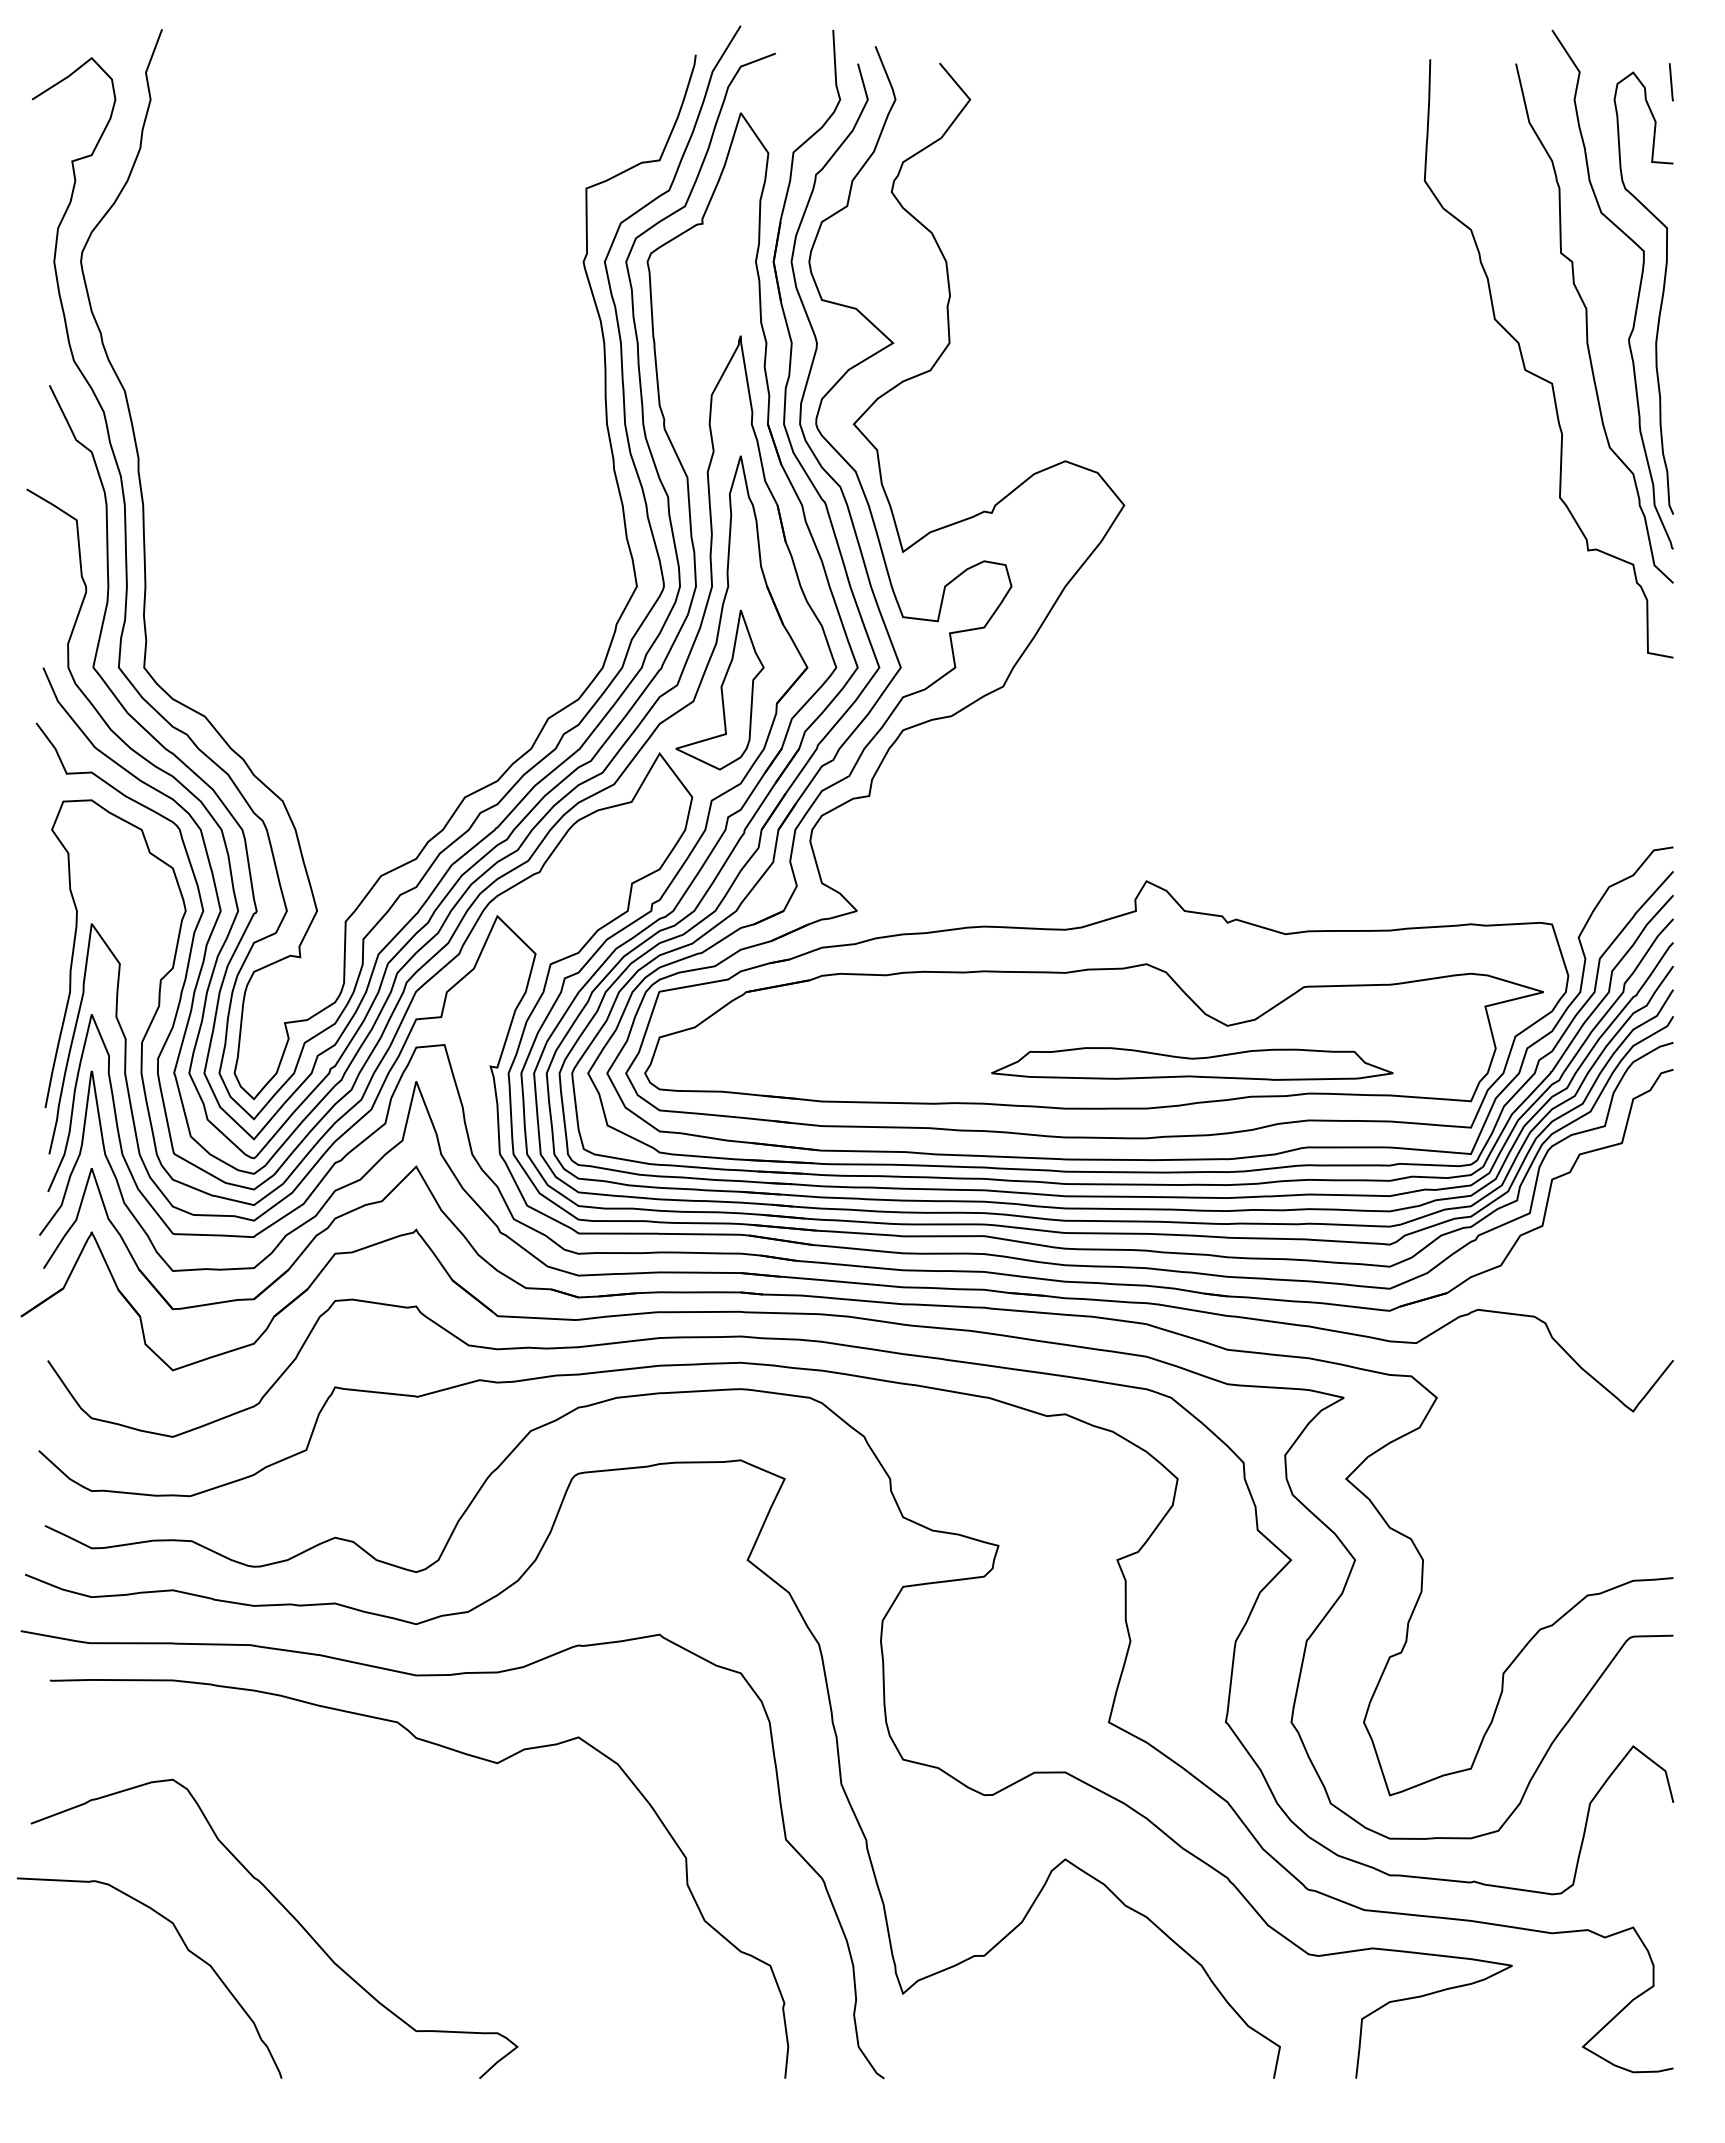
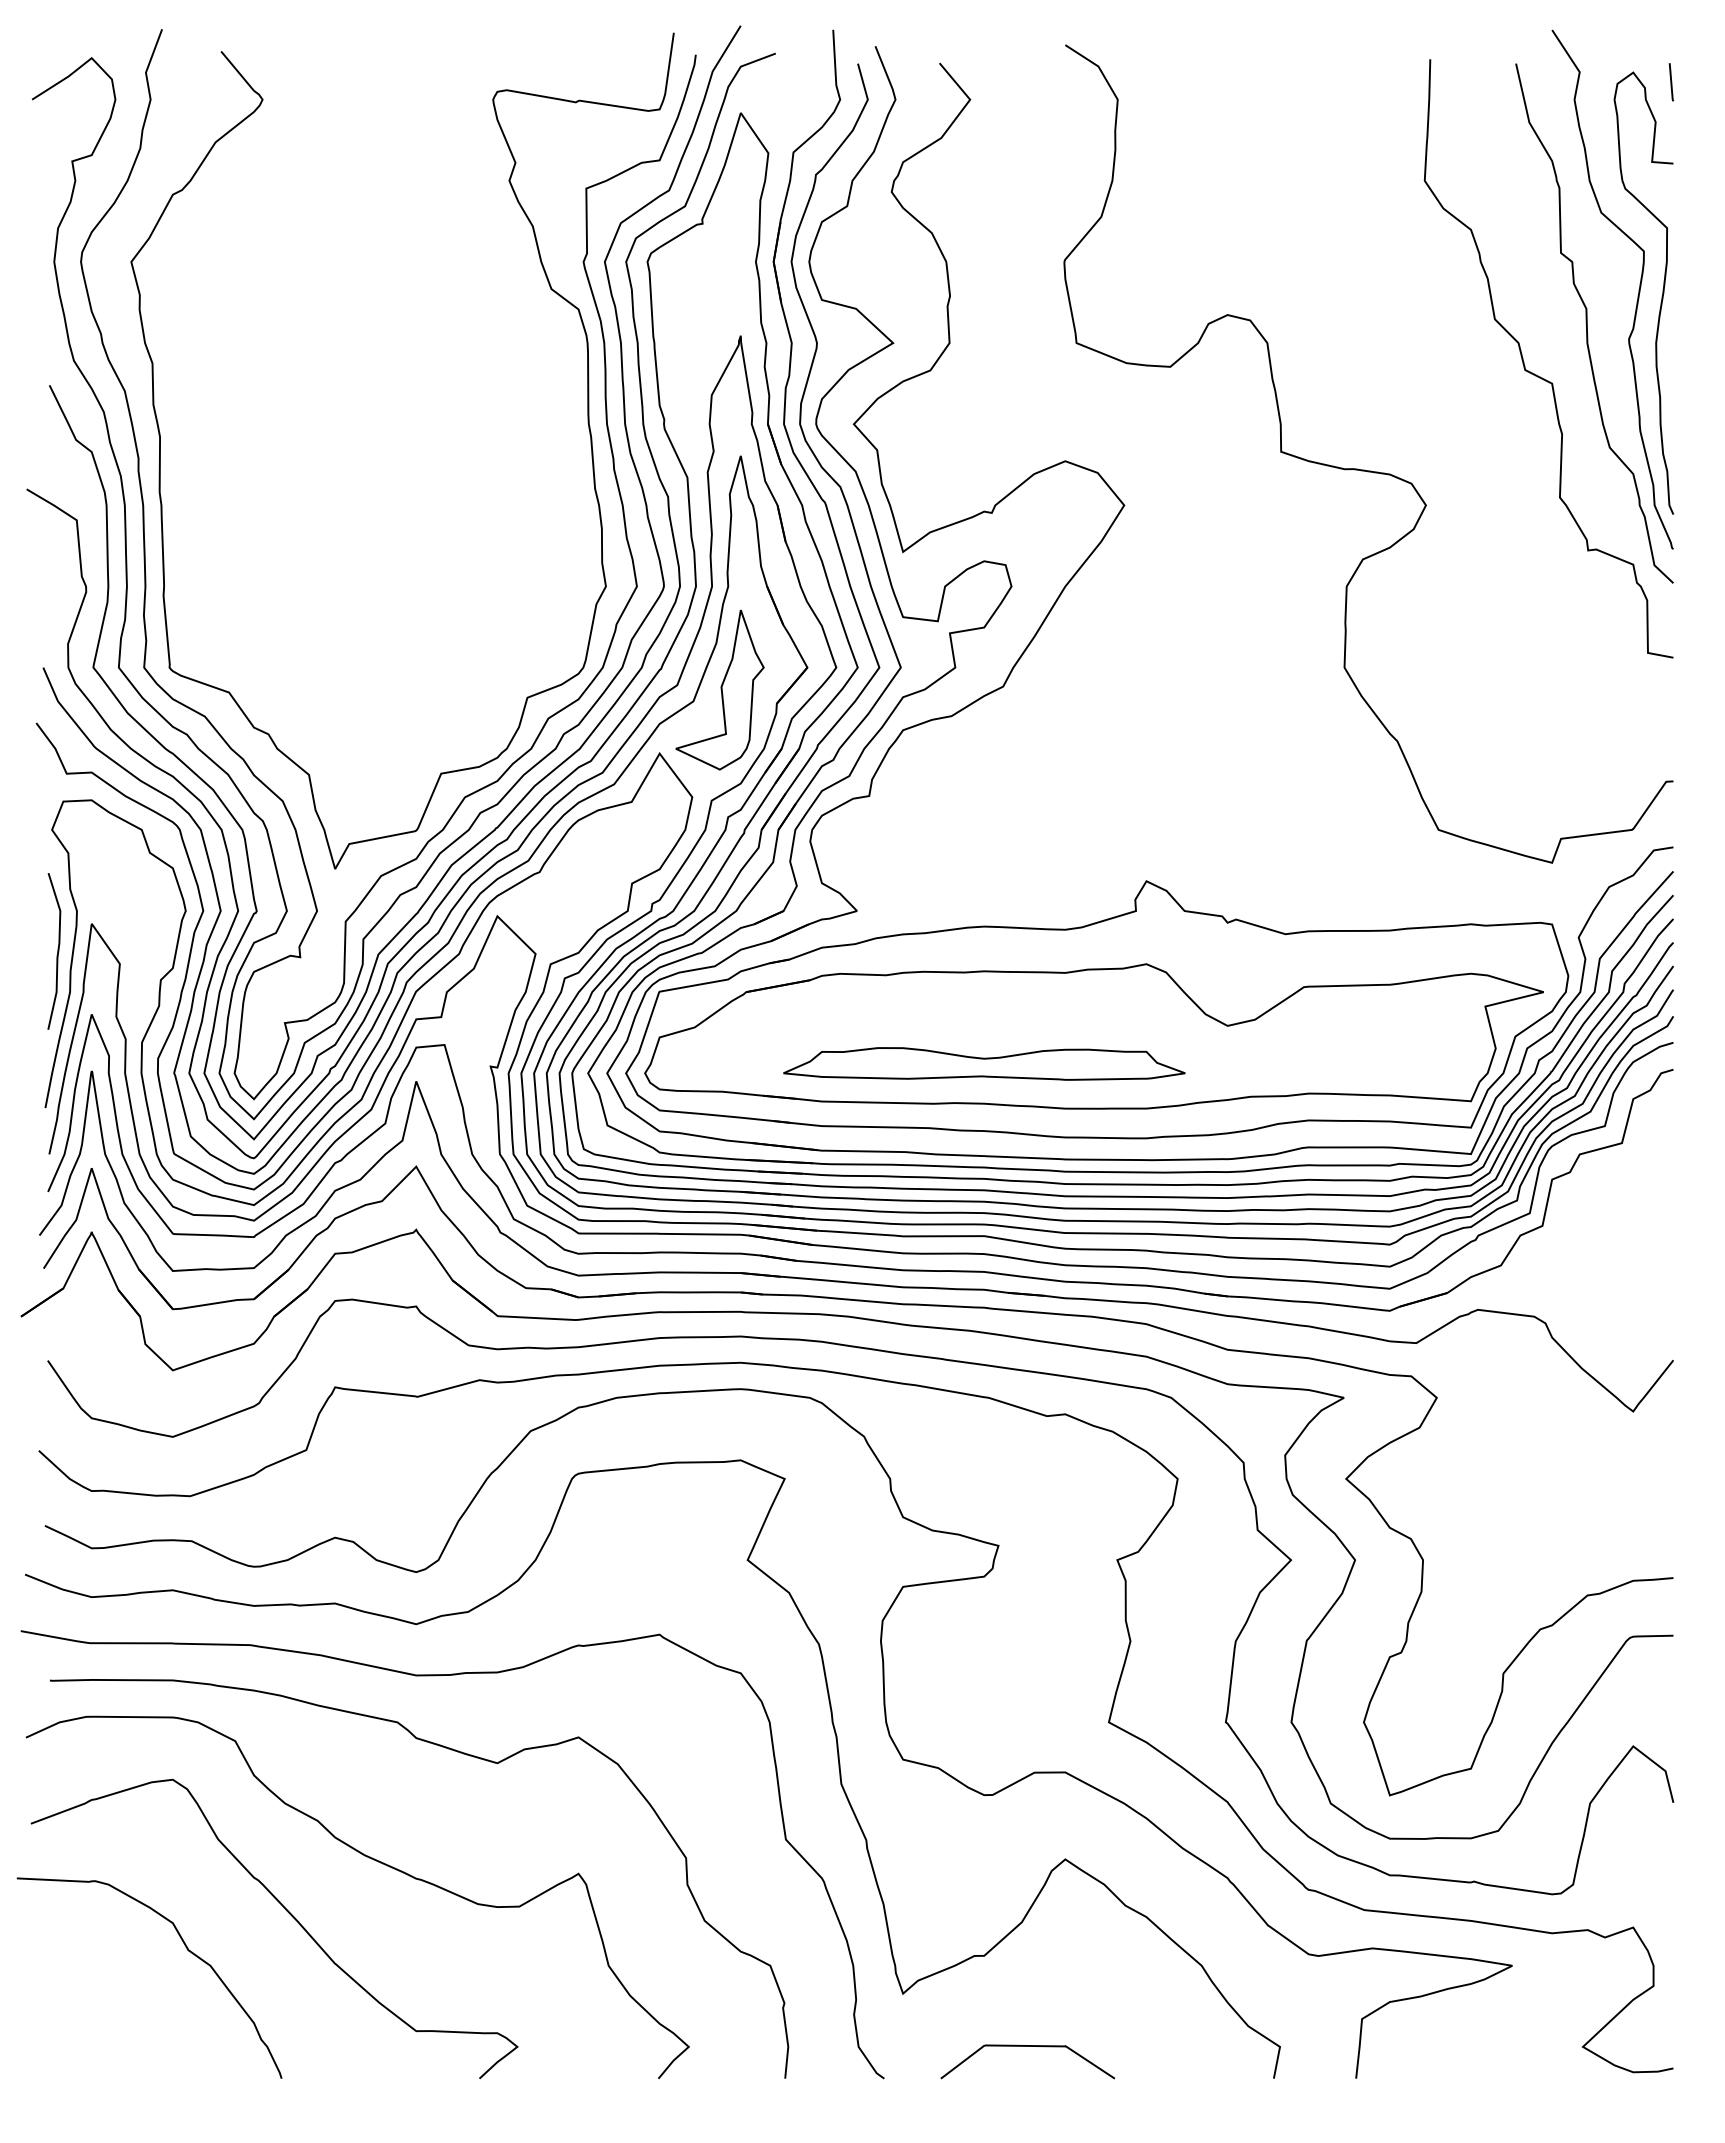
curve at (587, 423): none -> present
curve at (1364, 469): none -> present
curve at (57, 951): none -> present
part at (1192, 1063) position: (1192, 1063) -> (984, 1063)
curve at (373, 1860): none -> present
curve at (1027, 2046): none -> present
